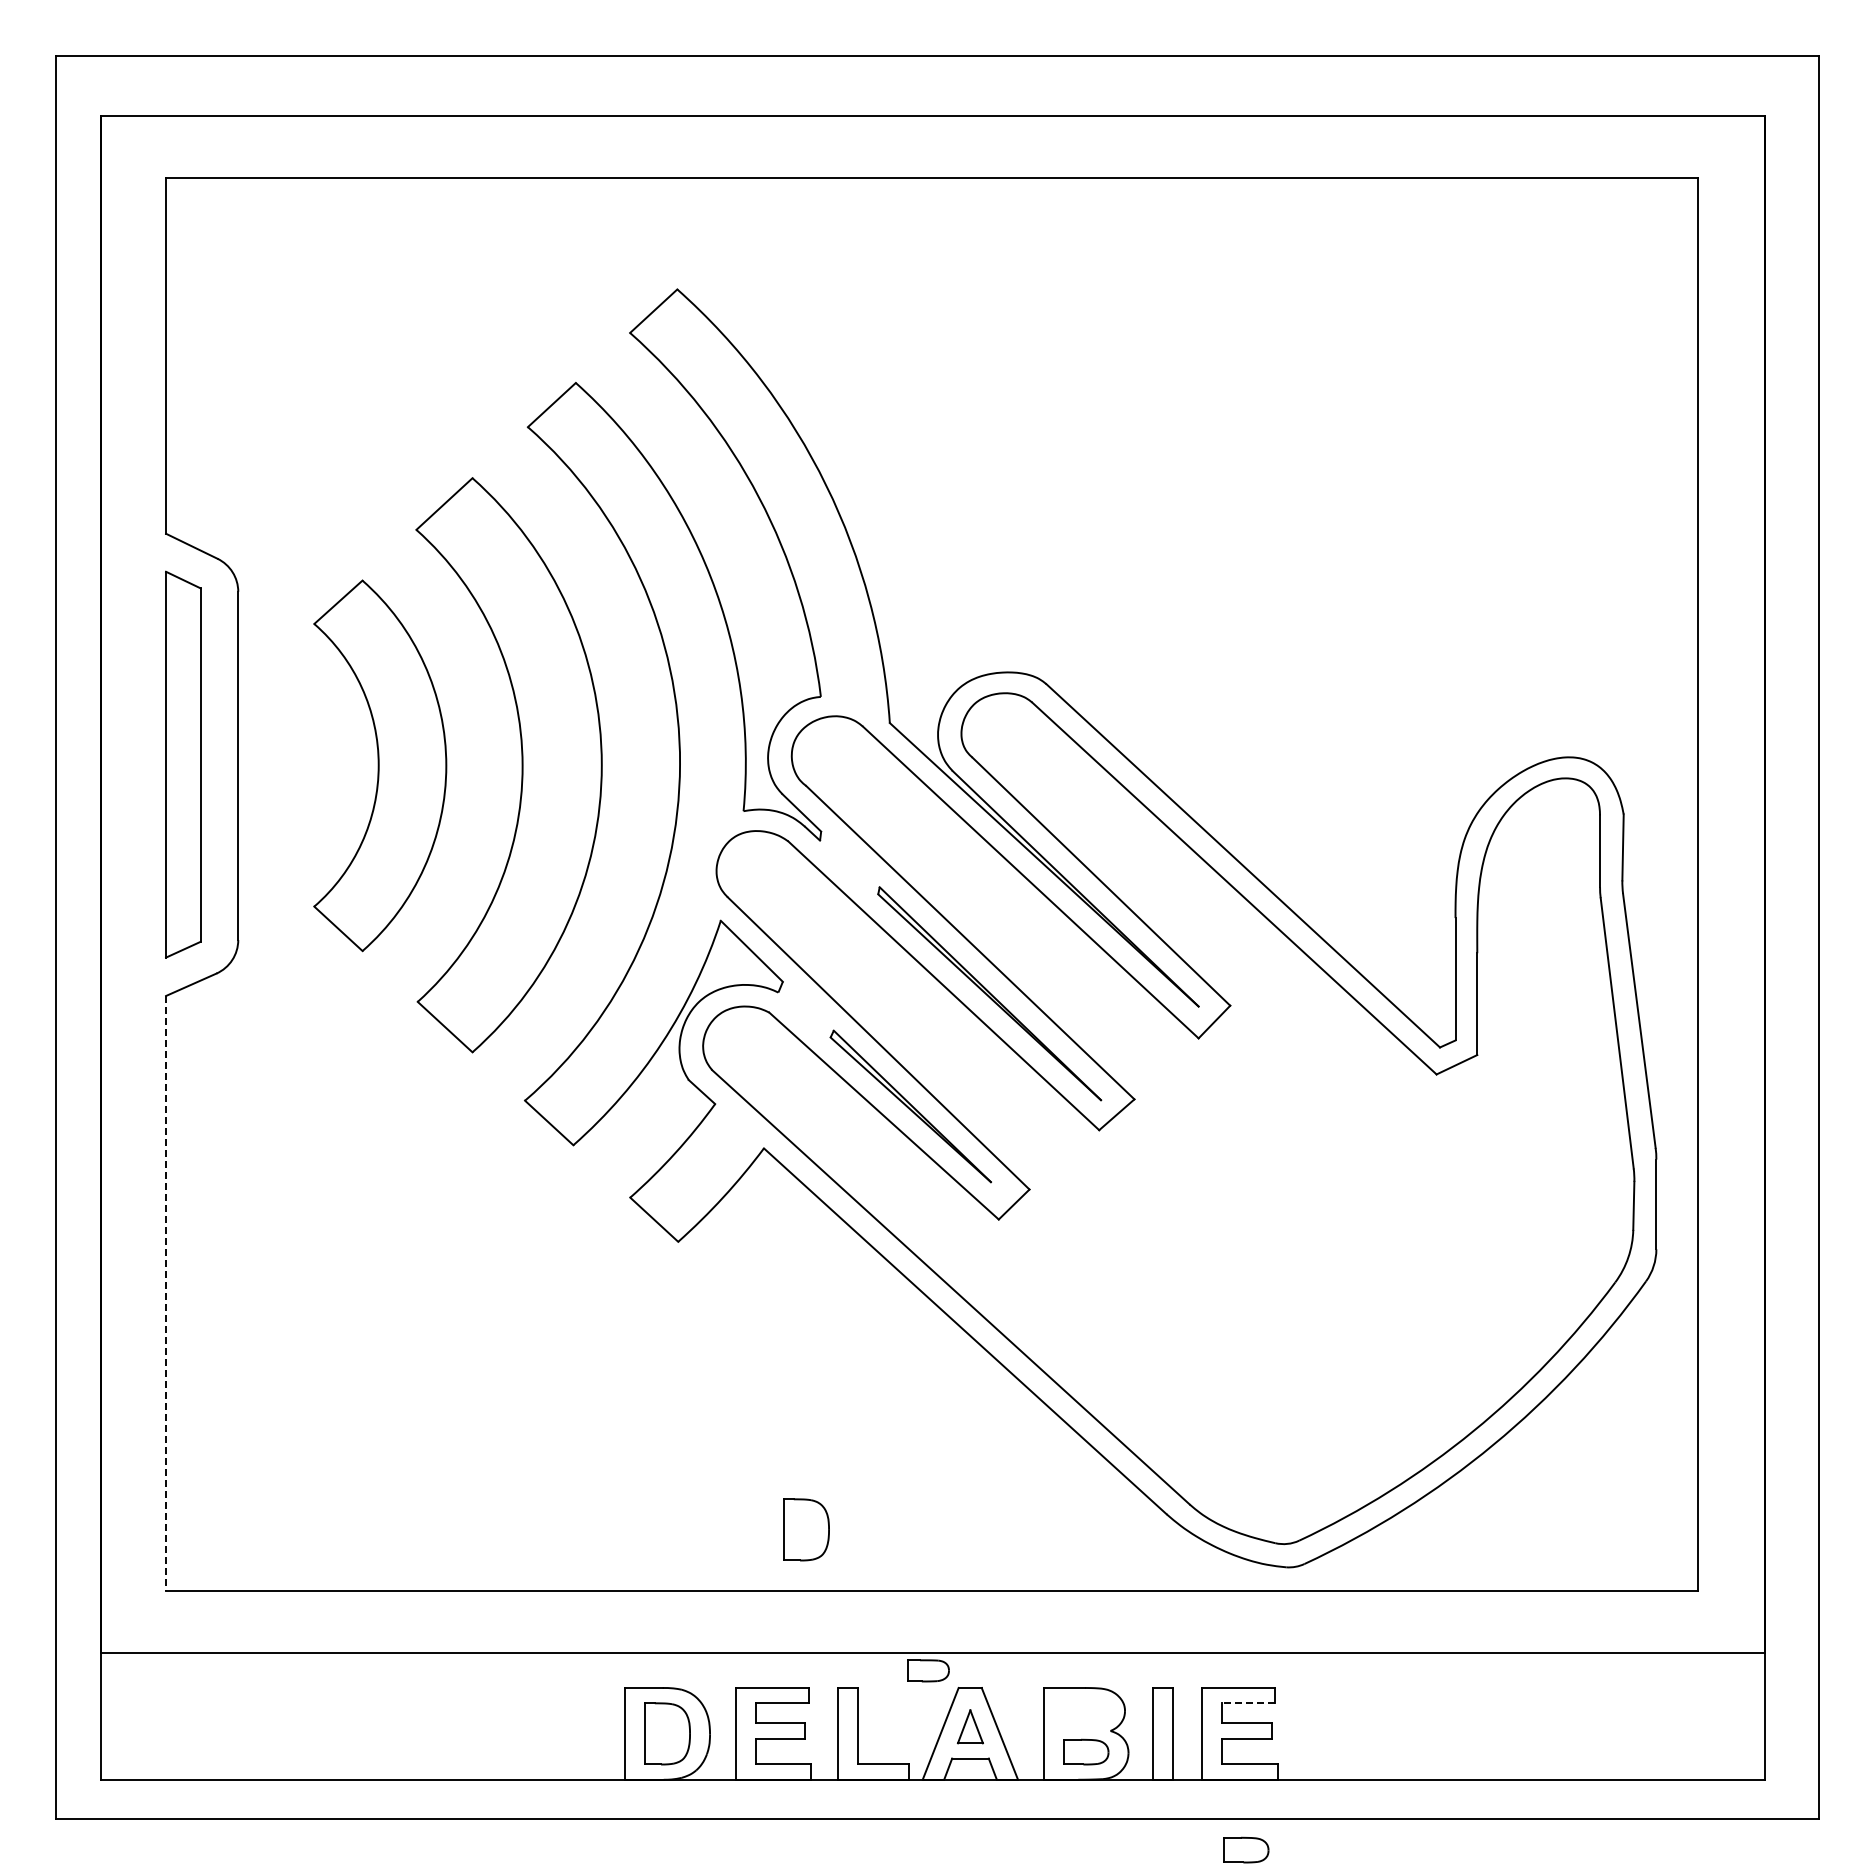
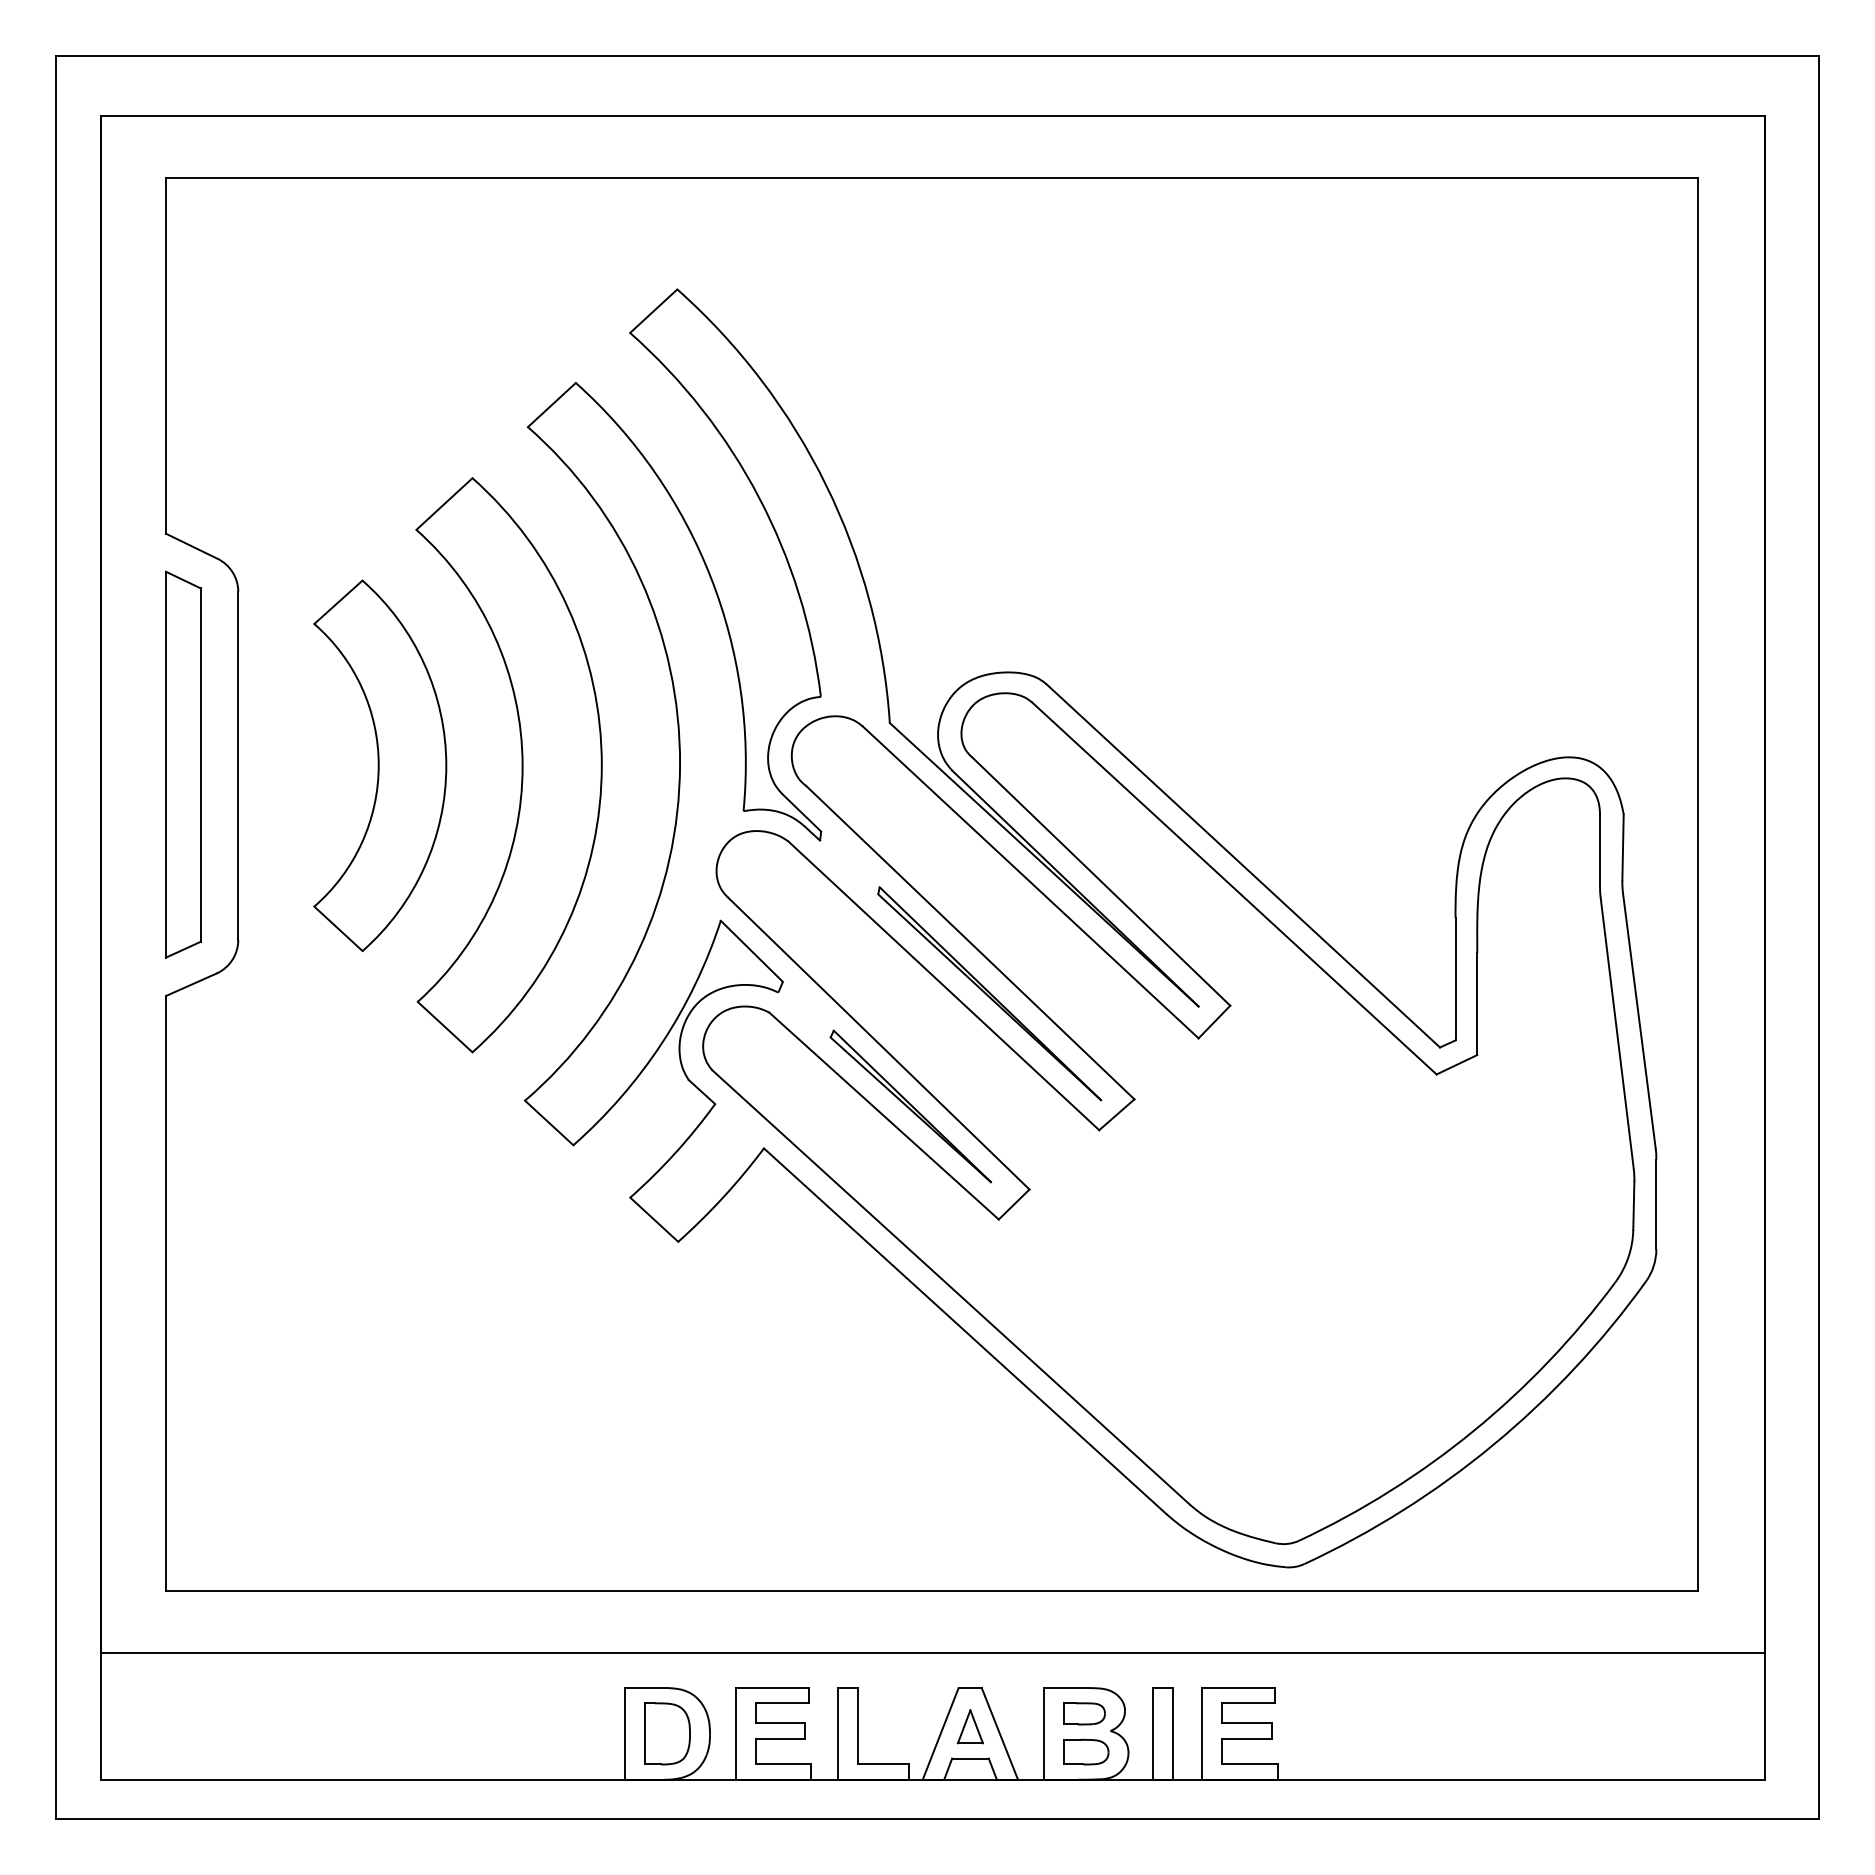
line at (166, 1293): dashed -> solid
part at (806, 1529): present -> none
part at (928, 1670) position: (928, 1670) -> (1084, 1713)
line at (1248, 1703): dashed -> solid
part at (1246, 1849): present -> none
